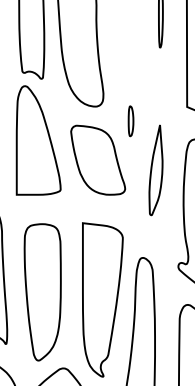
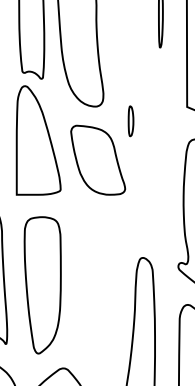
part at (155, 170): present -> none
part at (42, 292) position: (42, 292) -> (42, 285)
part at (102, 299): present -> none
